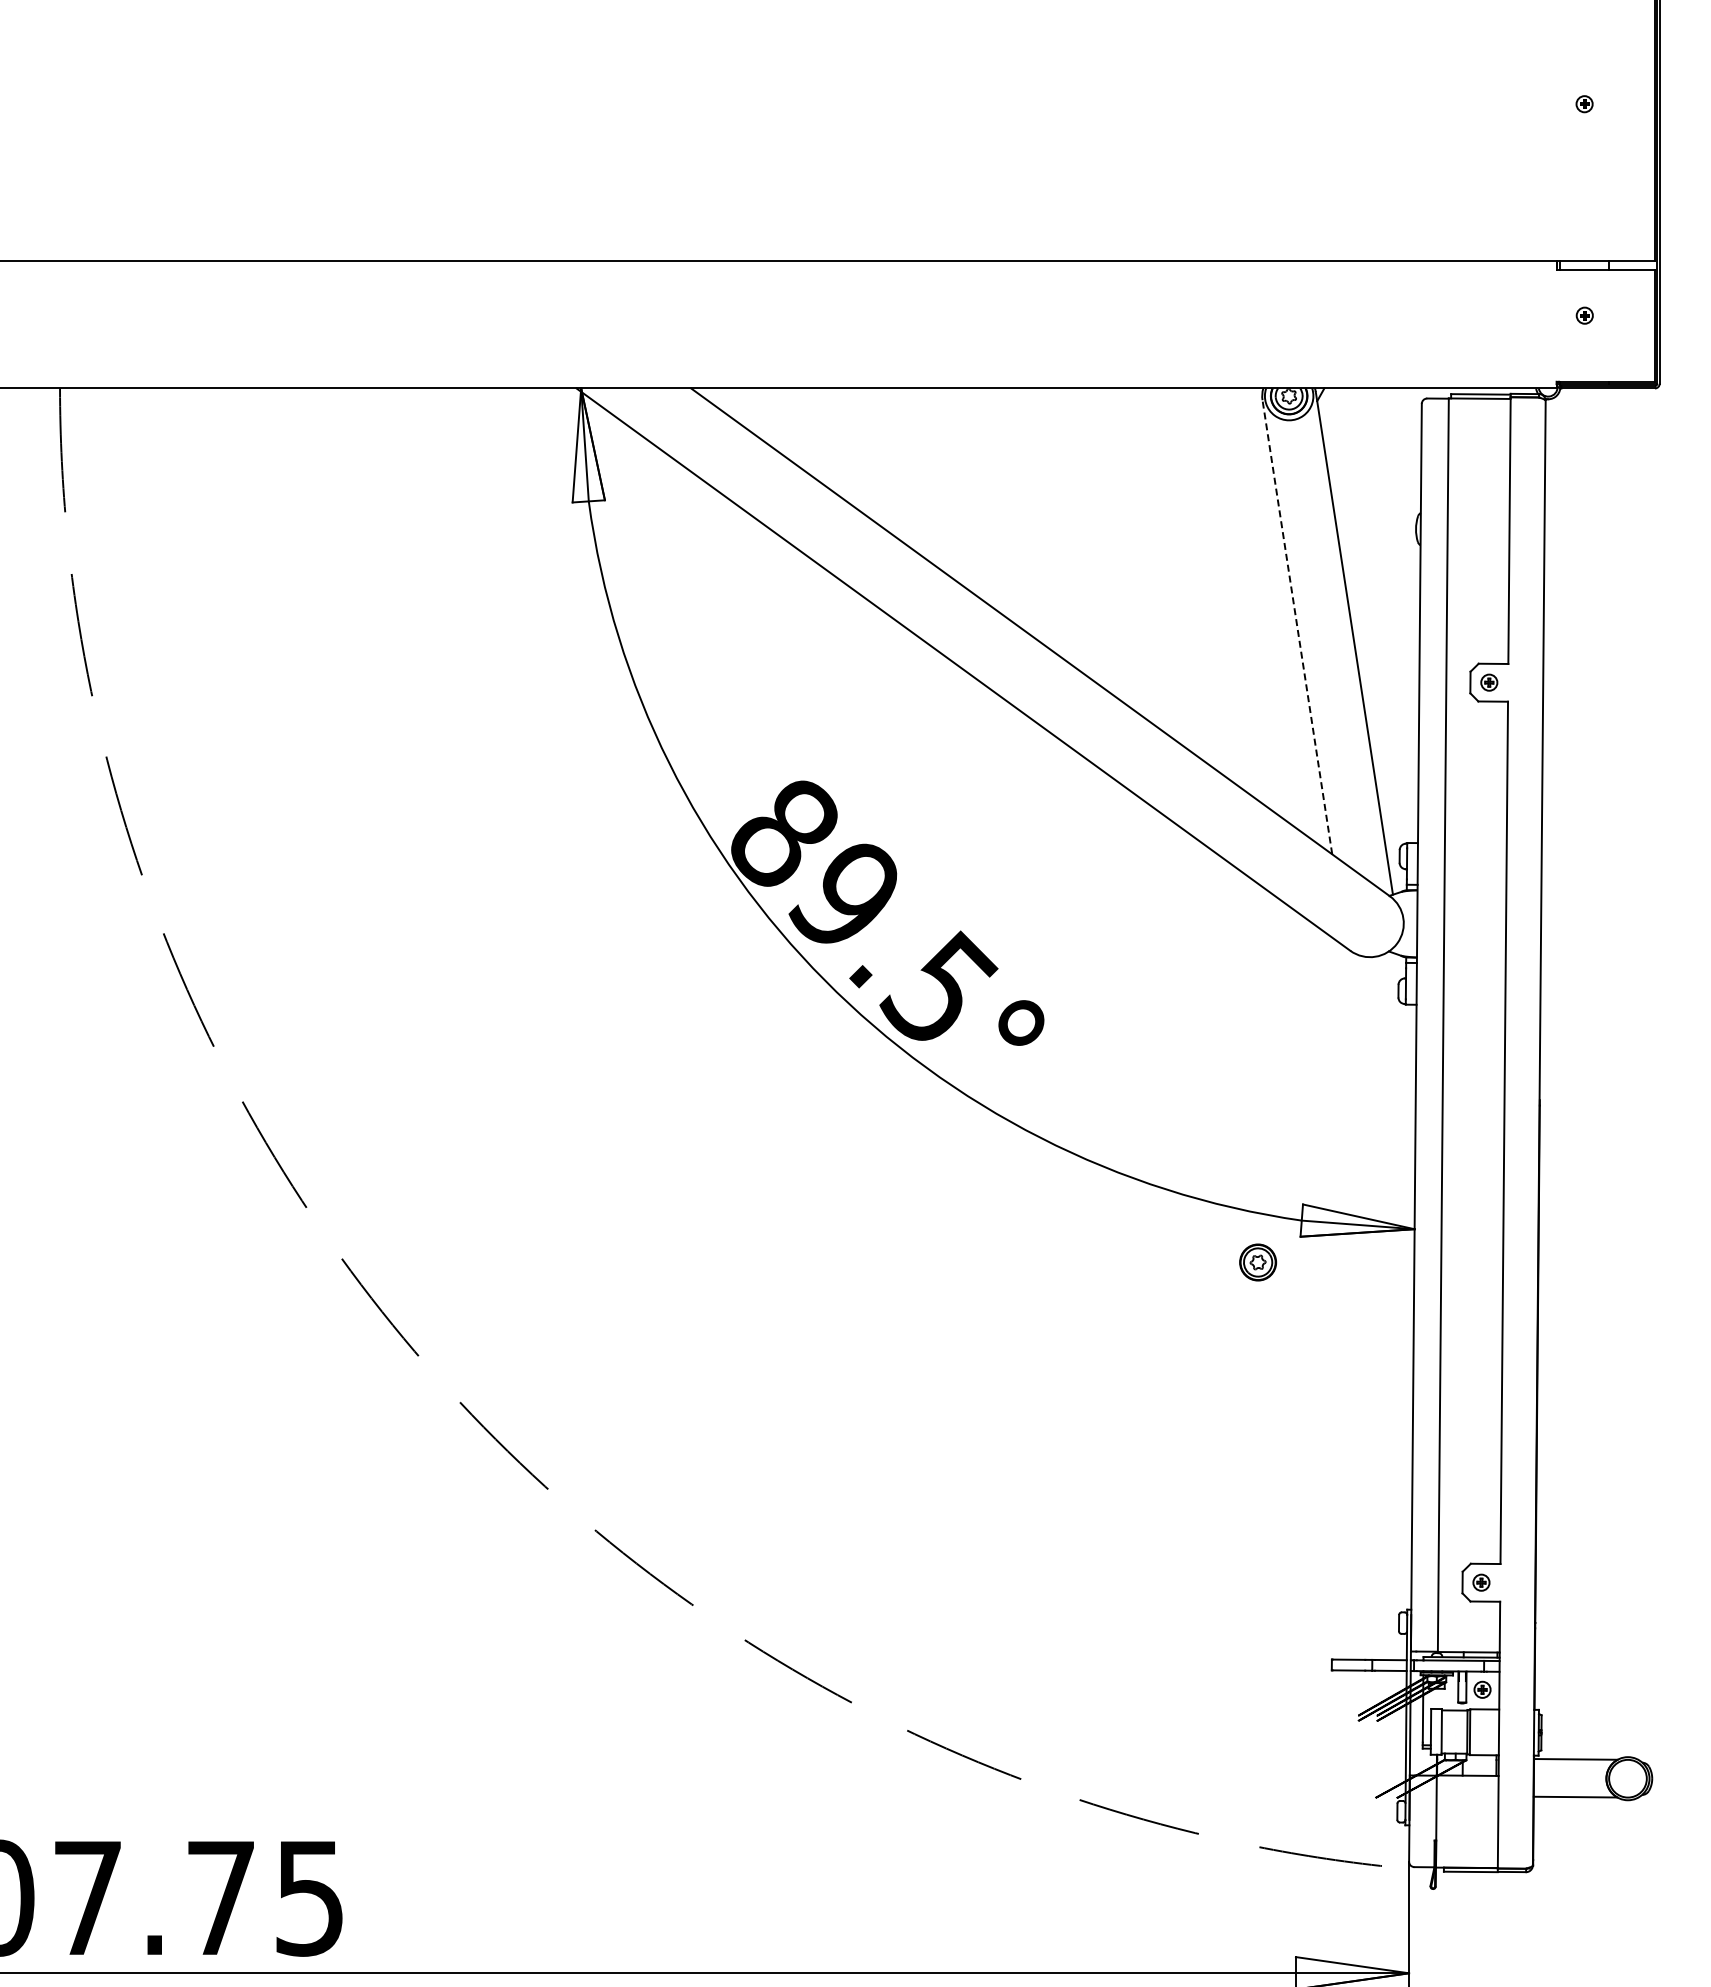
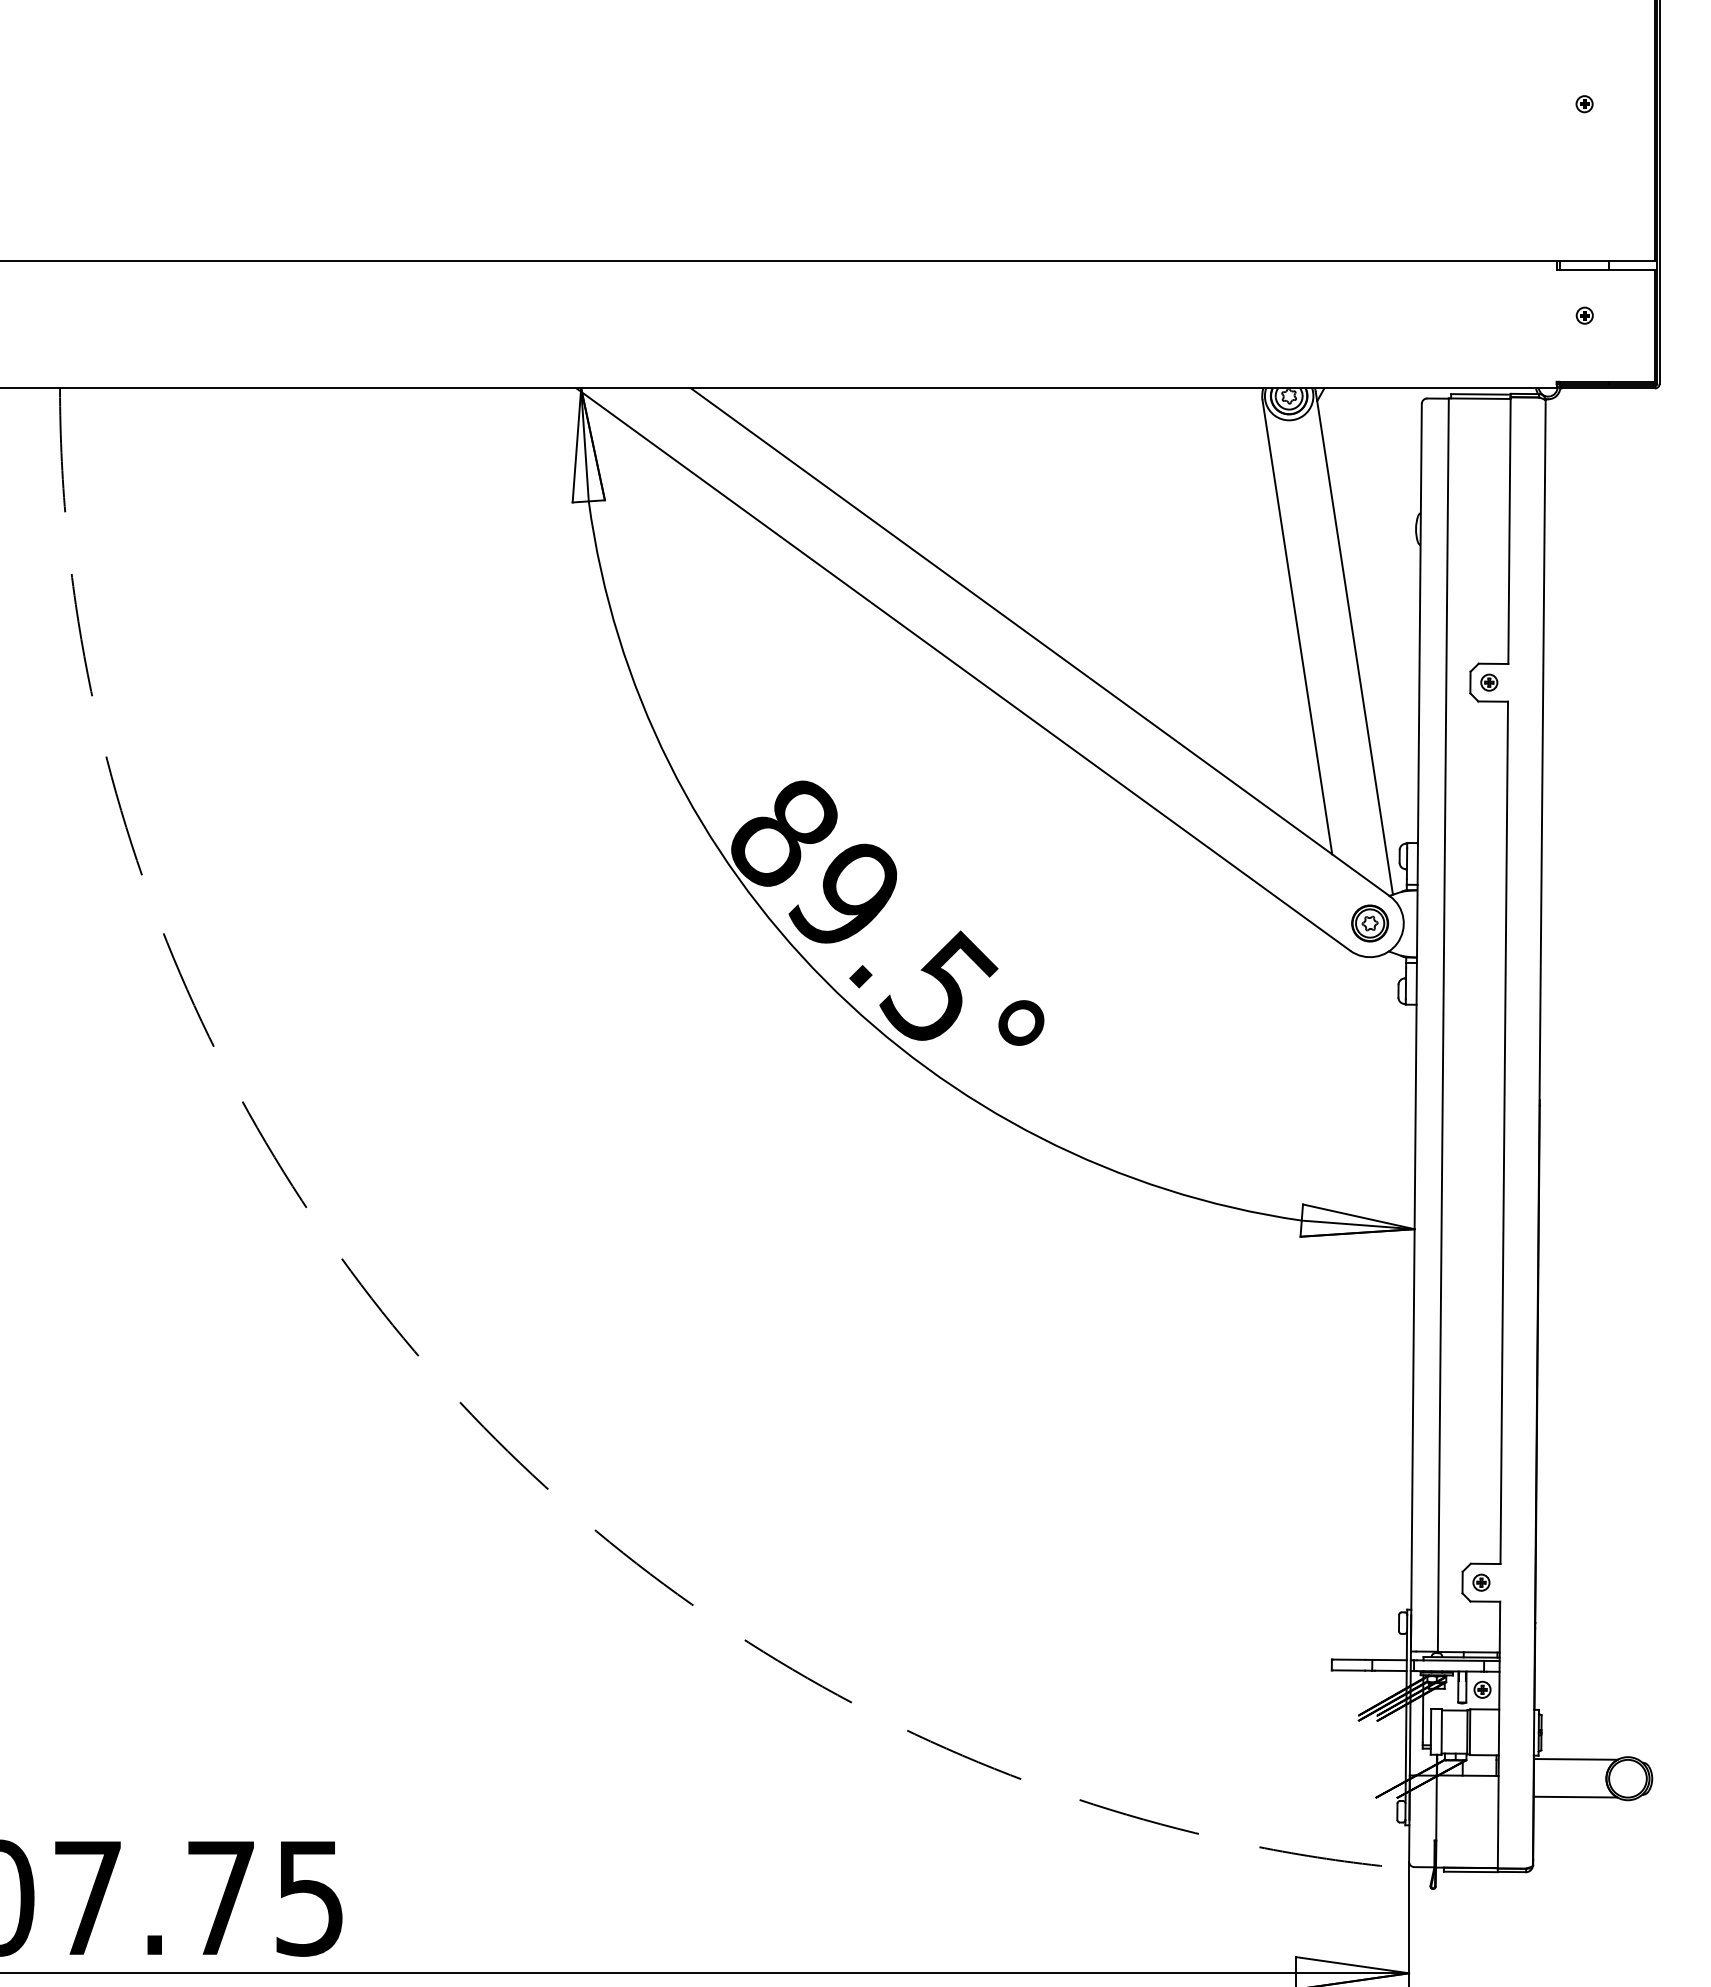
line at (1297, 627): dashed -> solid
part at (1258, 1262) position: (1258, 1262) -> (1370, 923)
